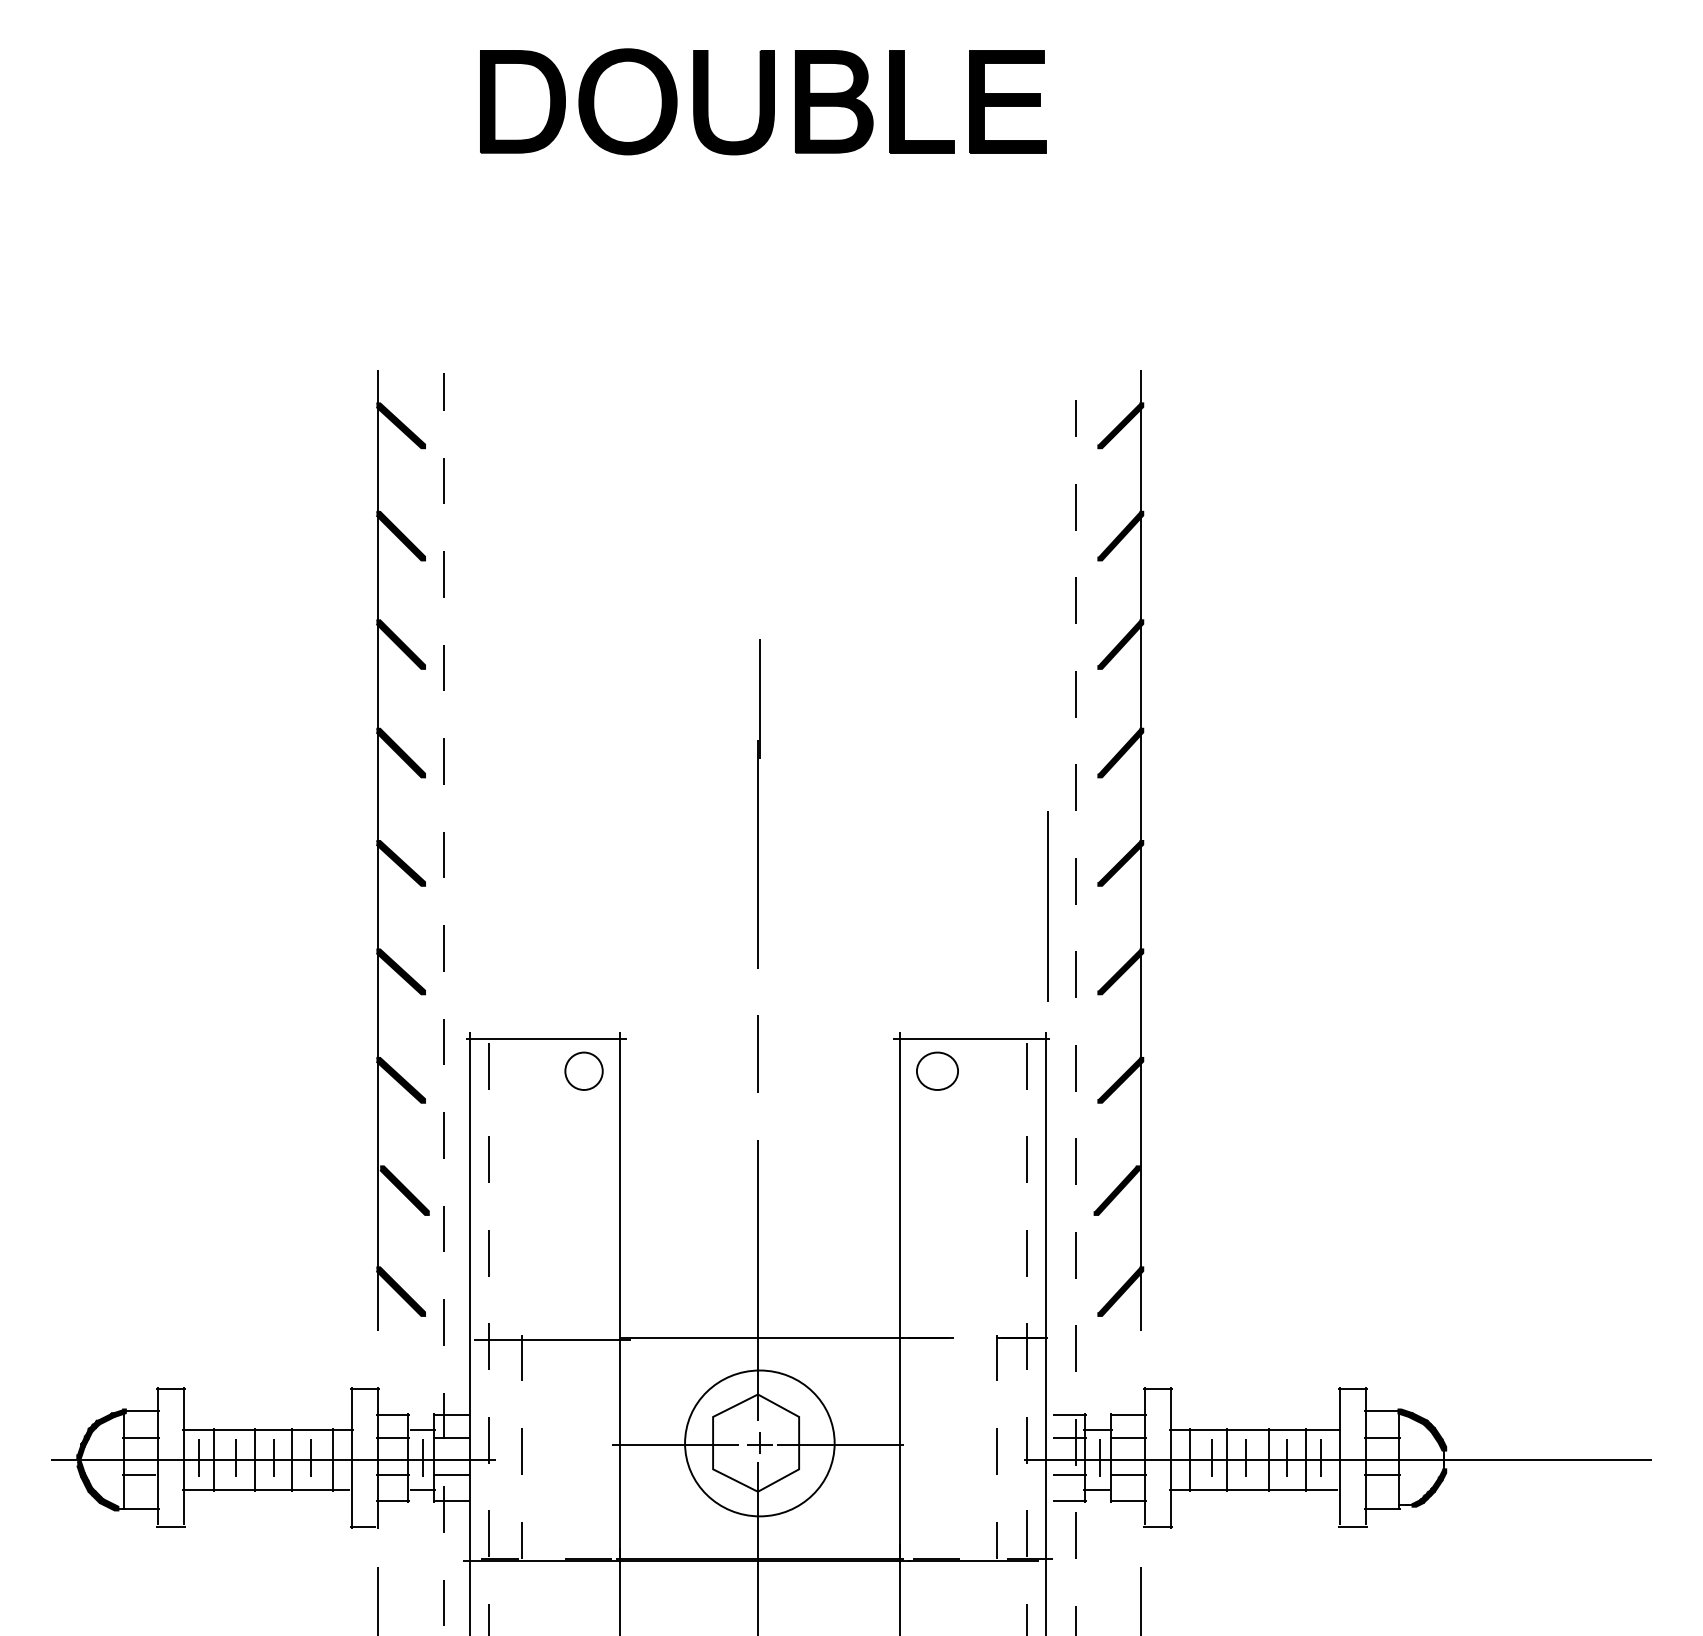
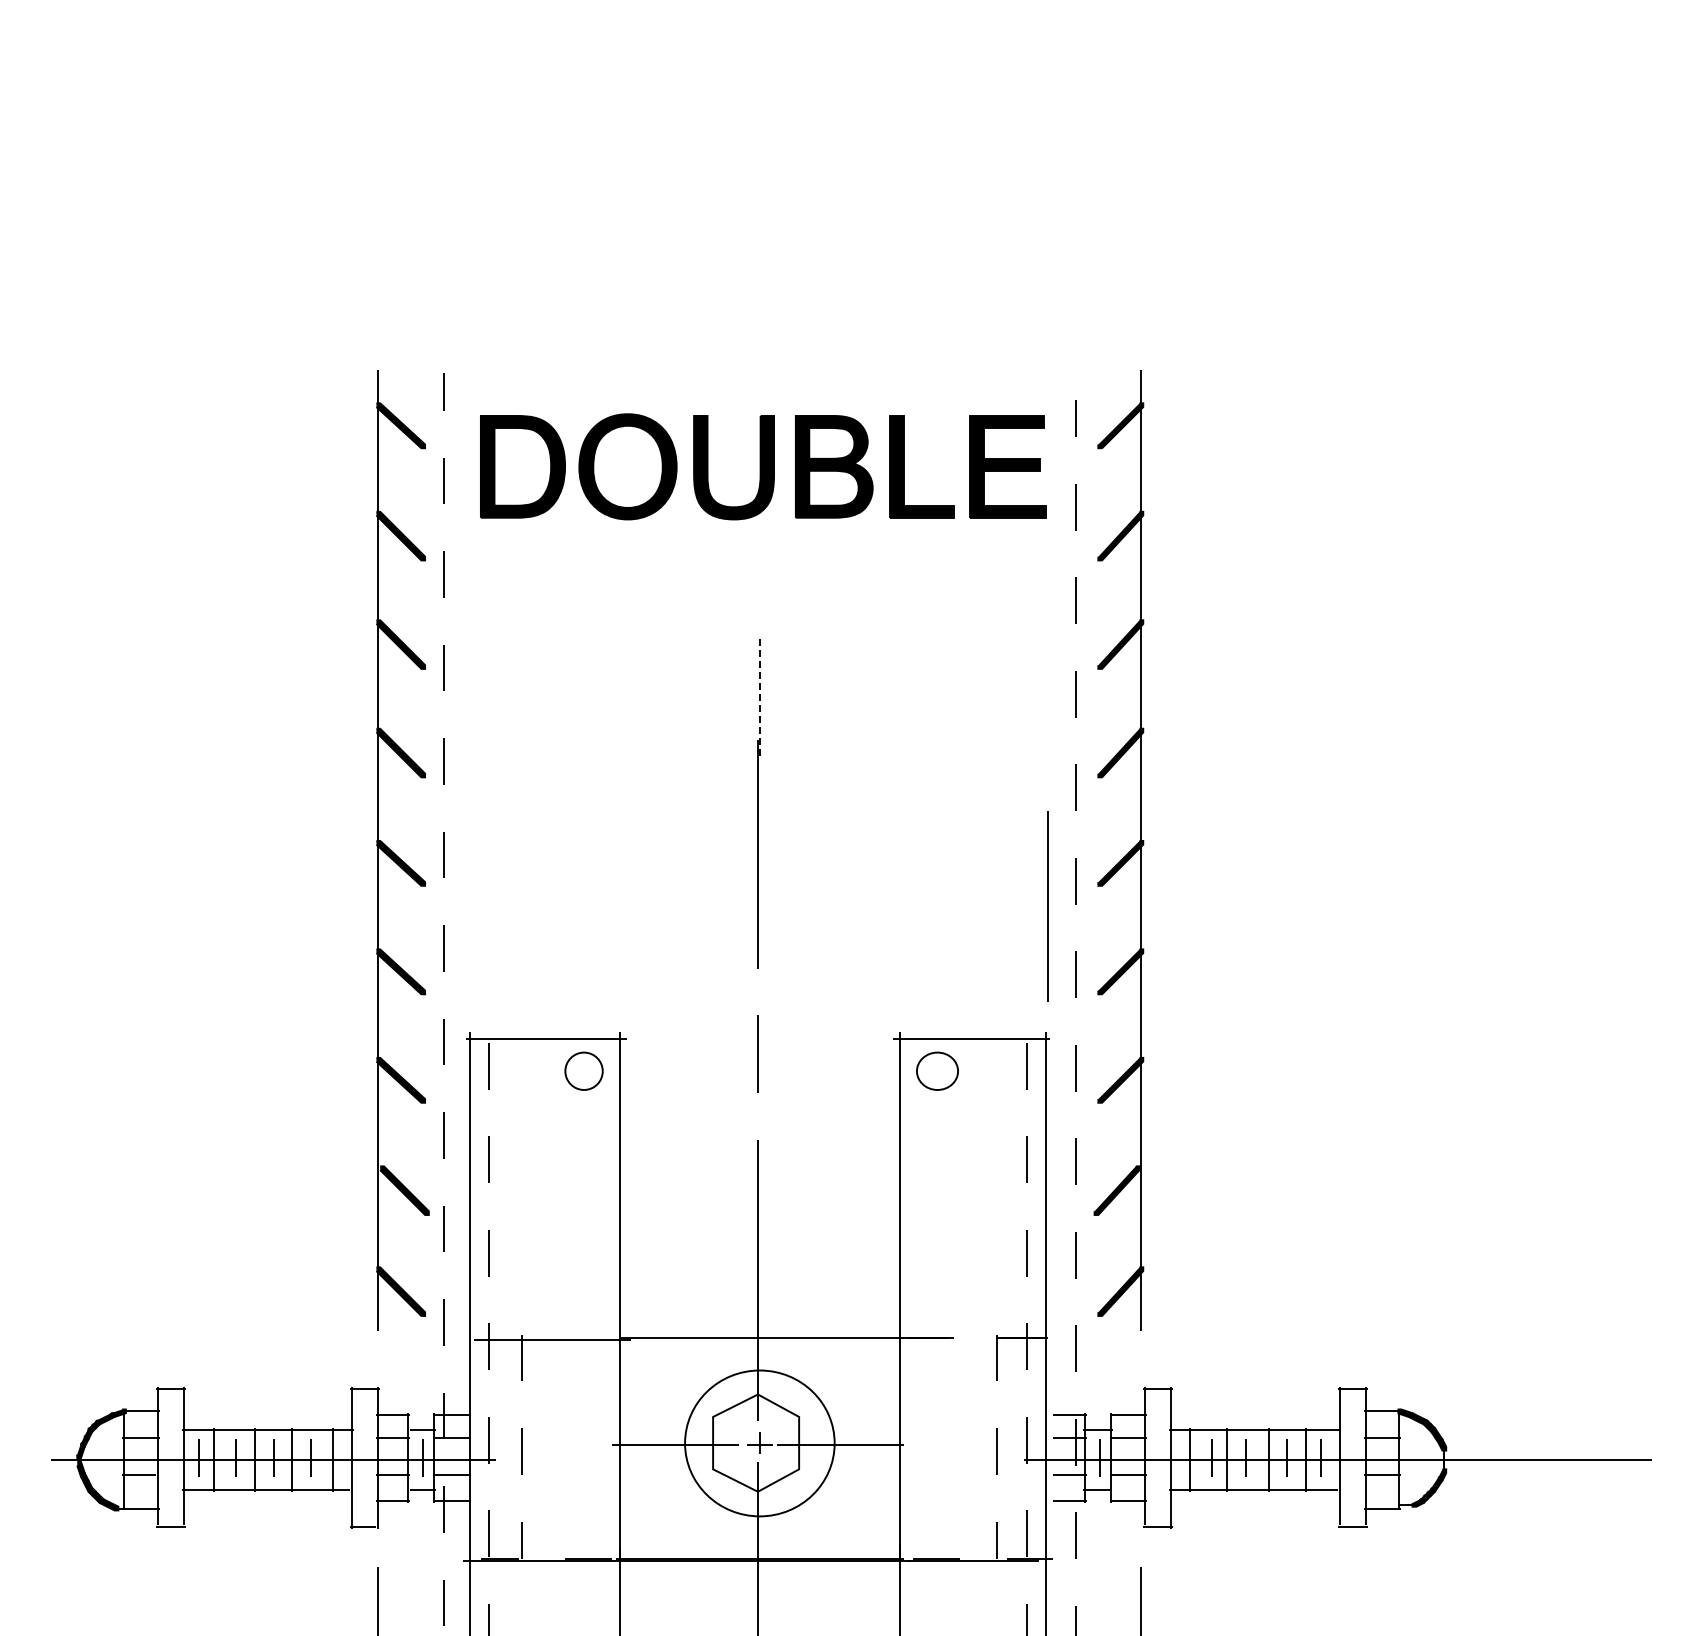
part at (763, 101) position: (763, 101) -> (763, 466)
line at (759, 698): solid -> dashed
